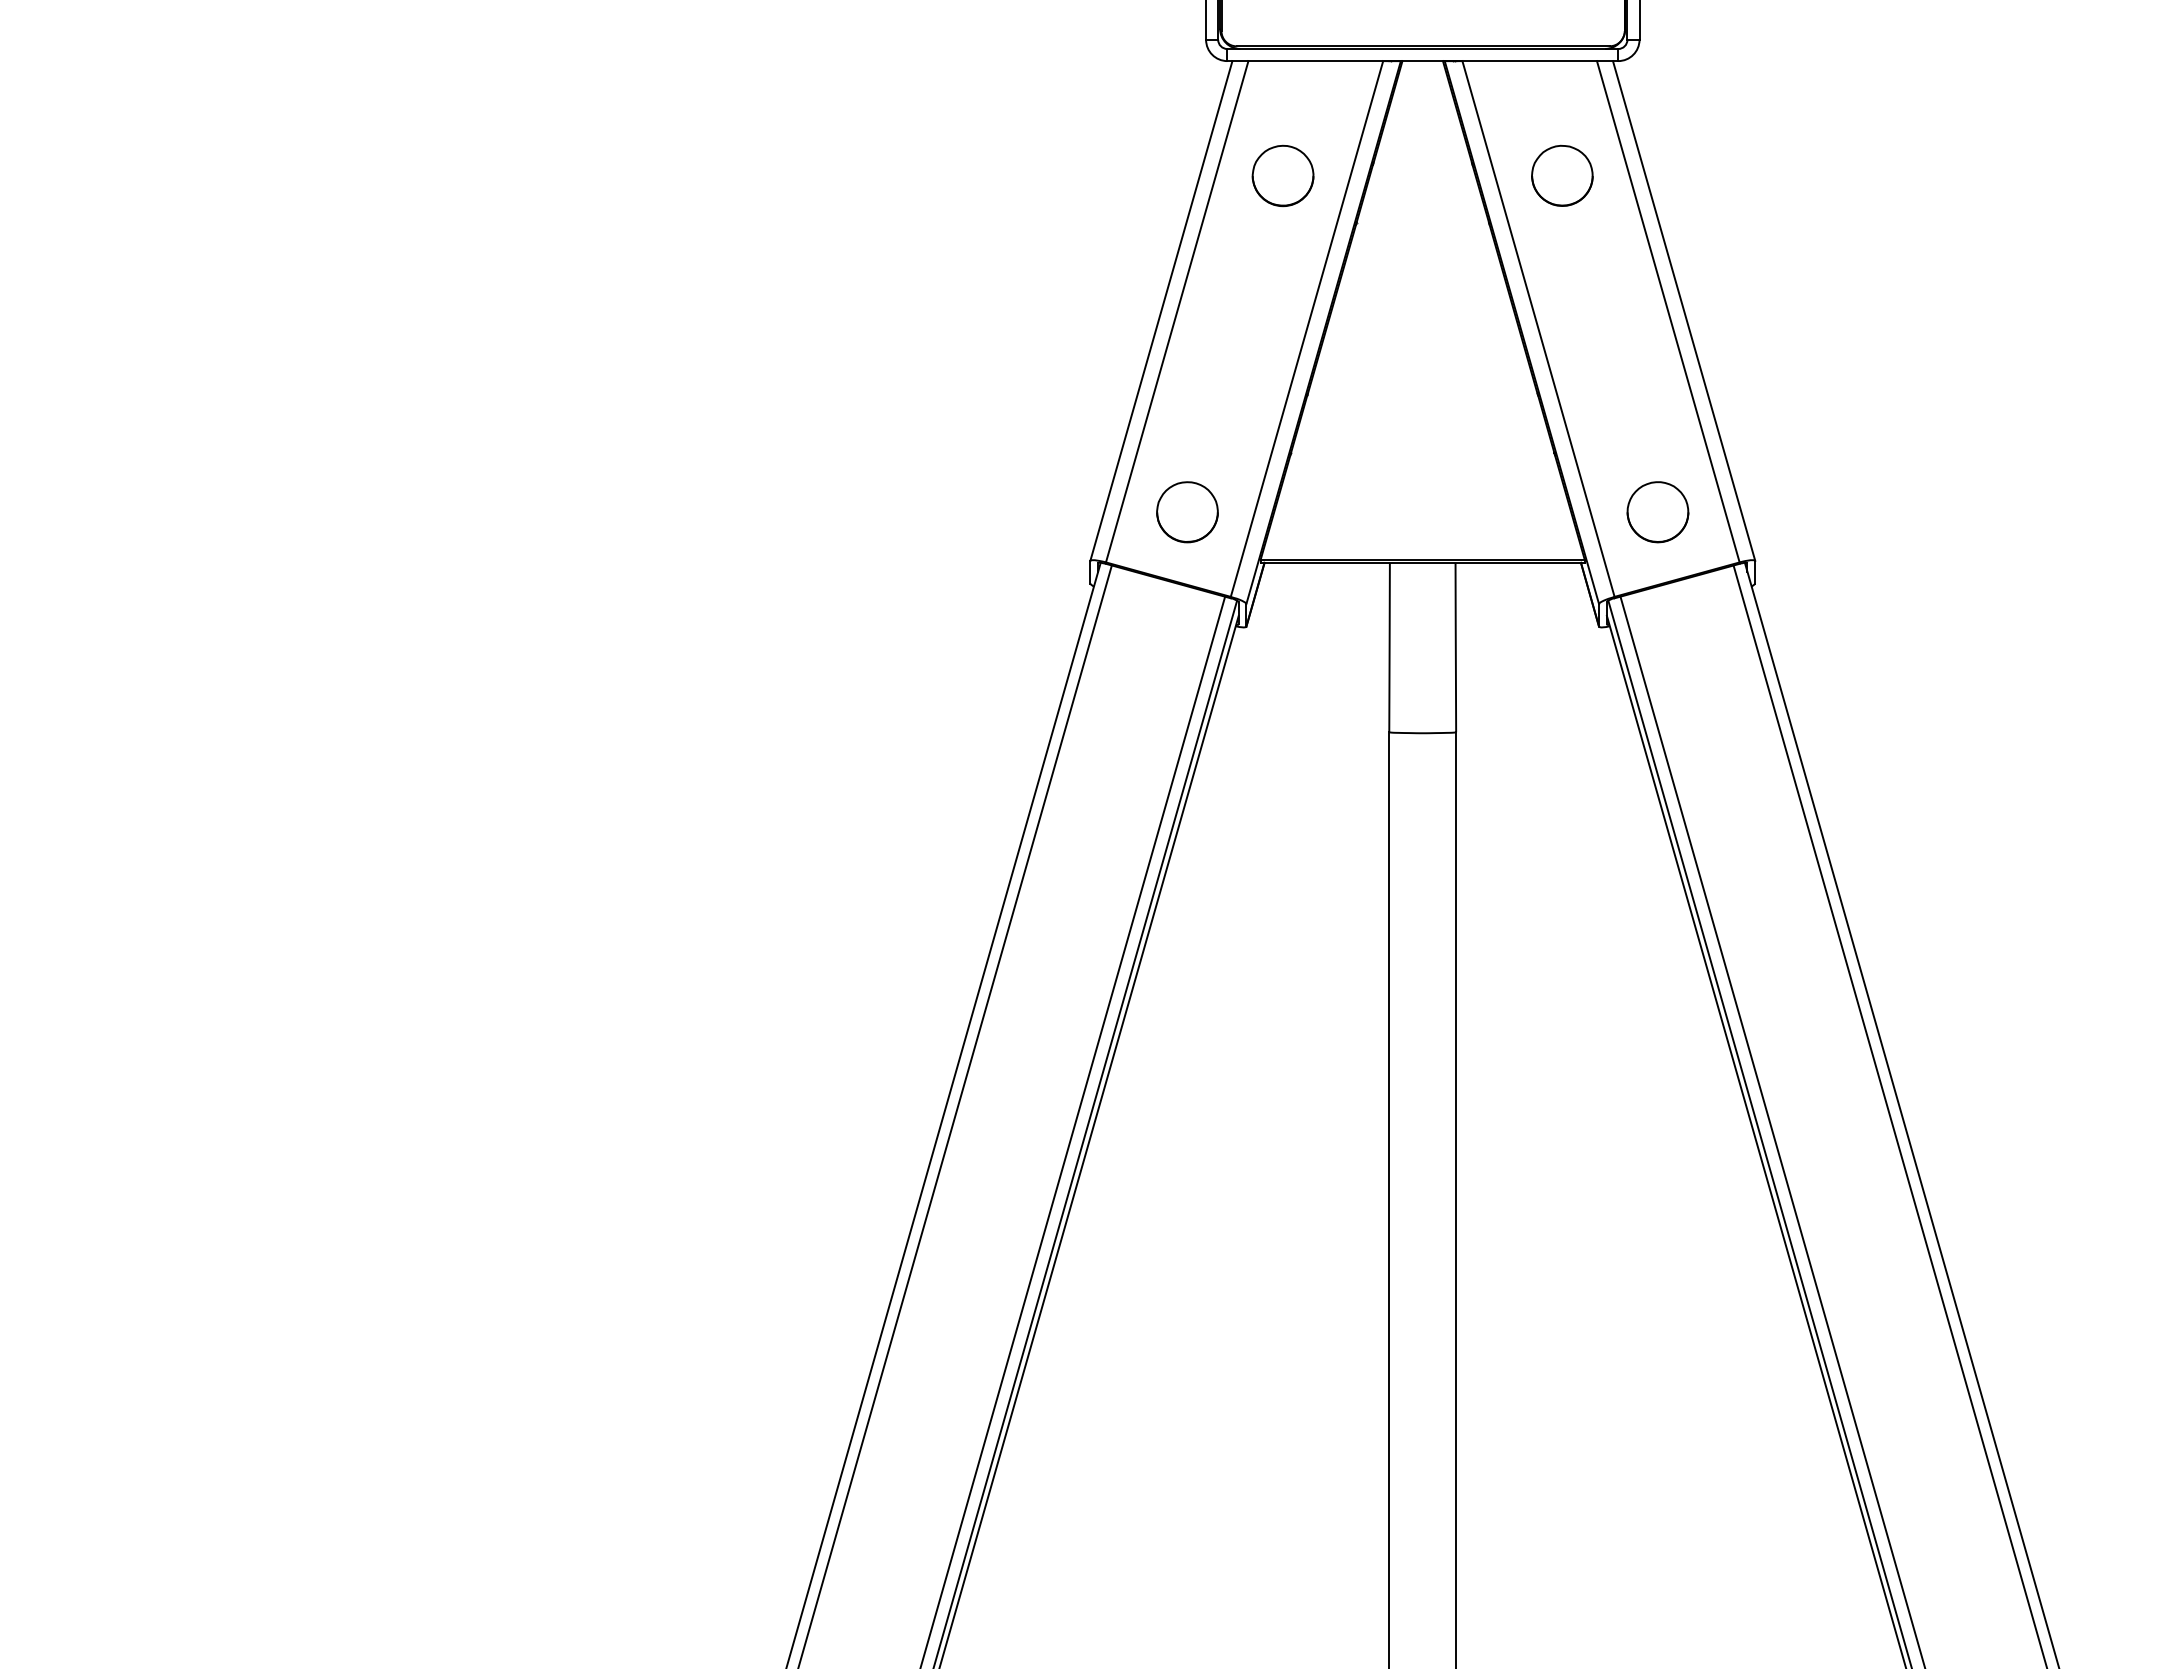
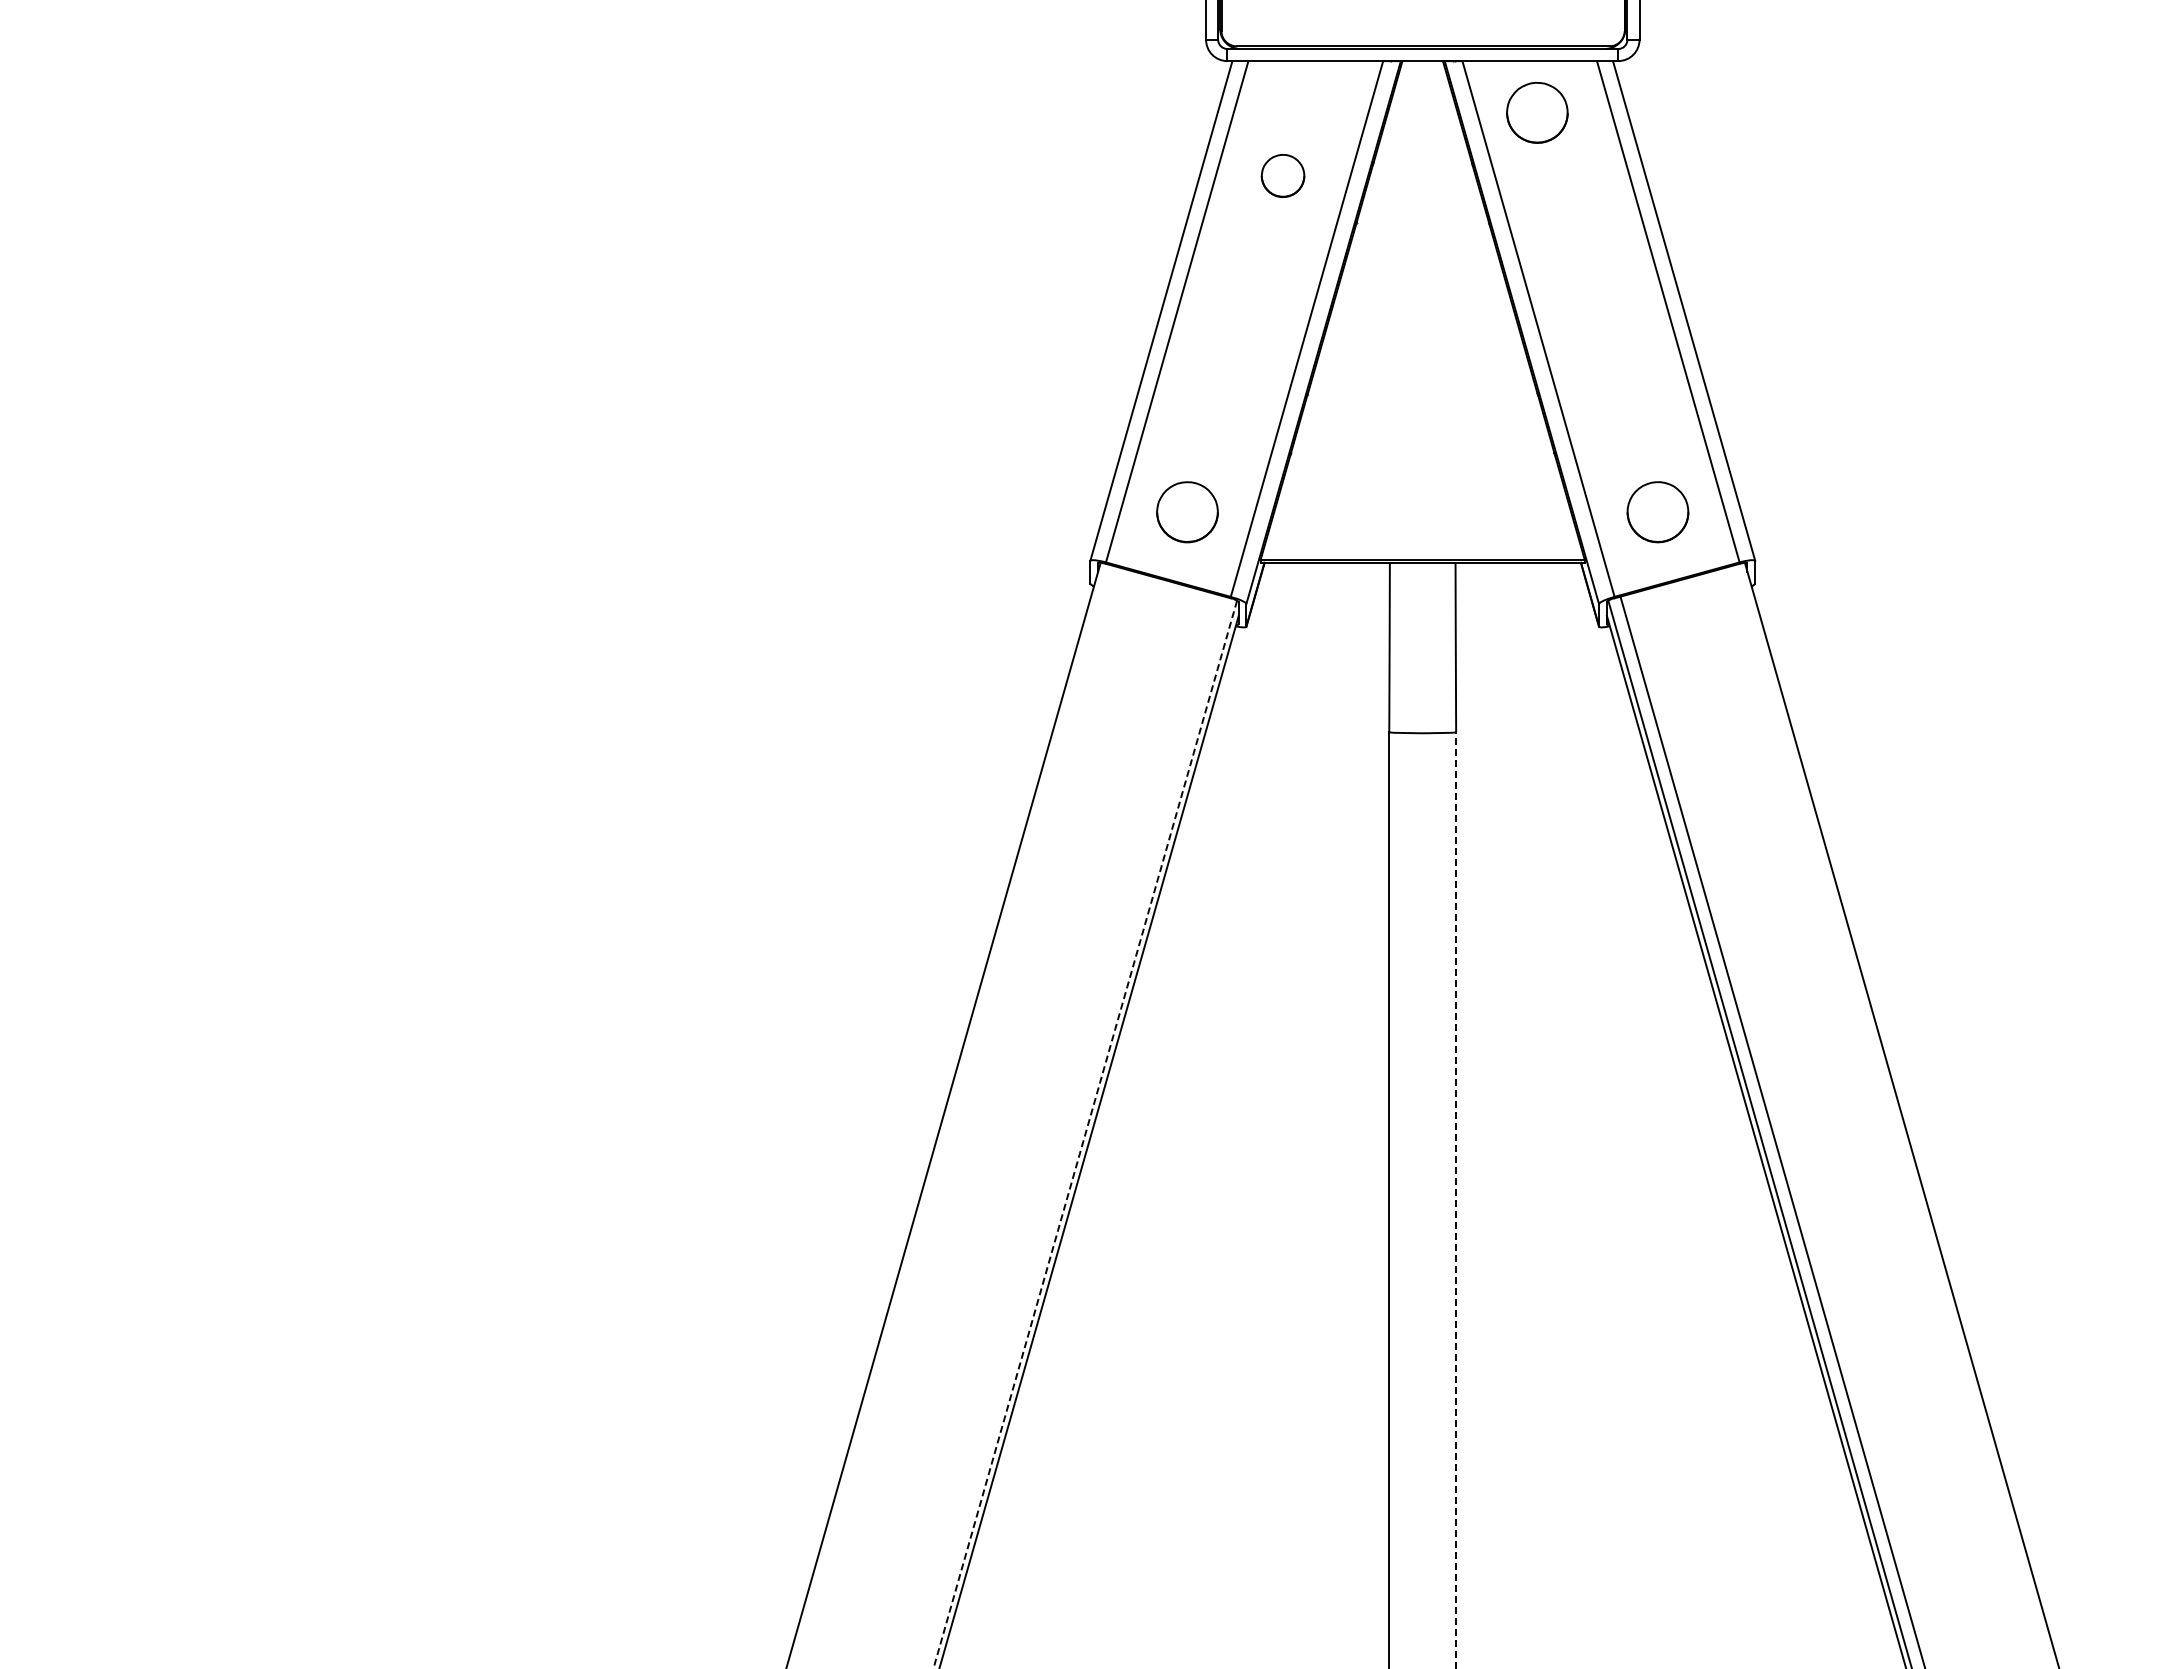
part at (1282, 175) size: 64x64 px -> 46x44 px
part at (1562, 175) position: (1562, 175) -> (1537, 112)
line at (955, 1115): present -> none
line at (1889, 1115): present -> none
line at (1073, 1130): present -> none
line at (1085, 1134): solid -> dashed
line at (1456, 1200): solid -> dashed
